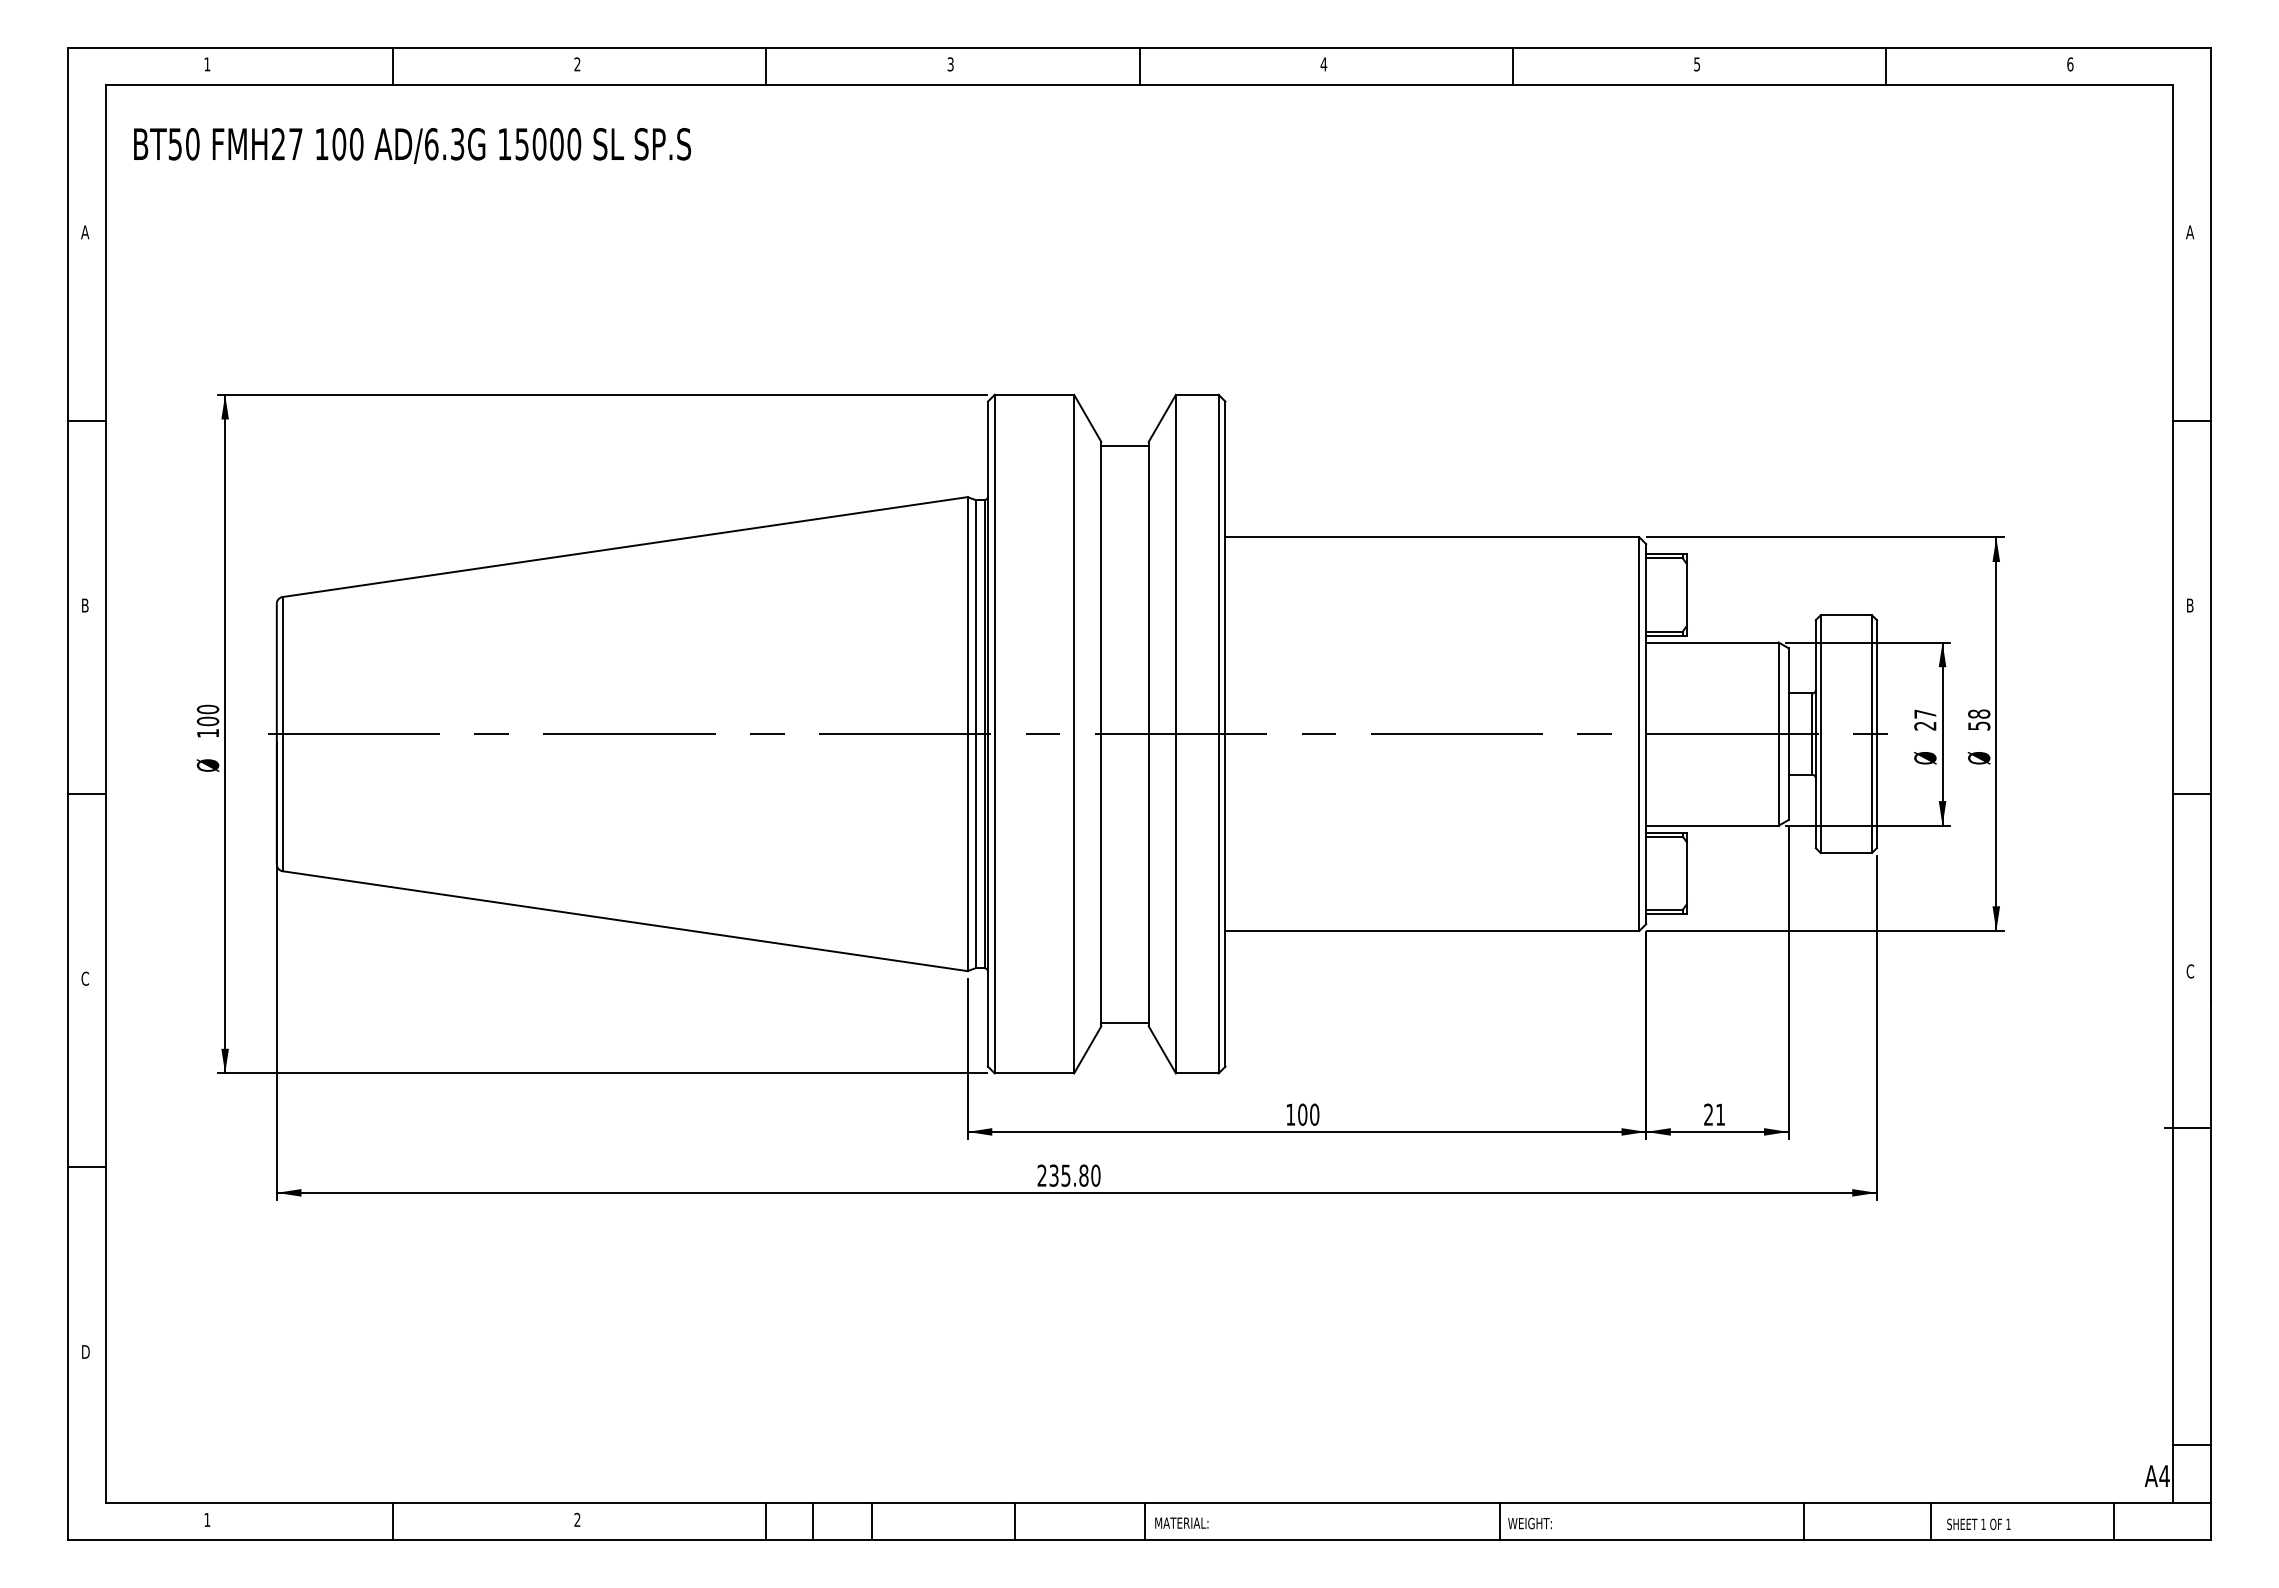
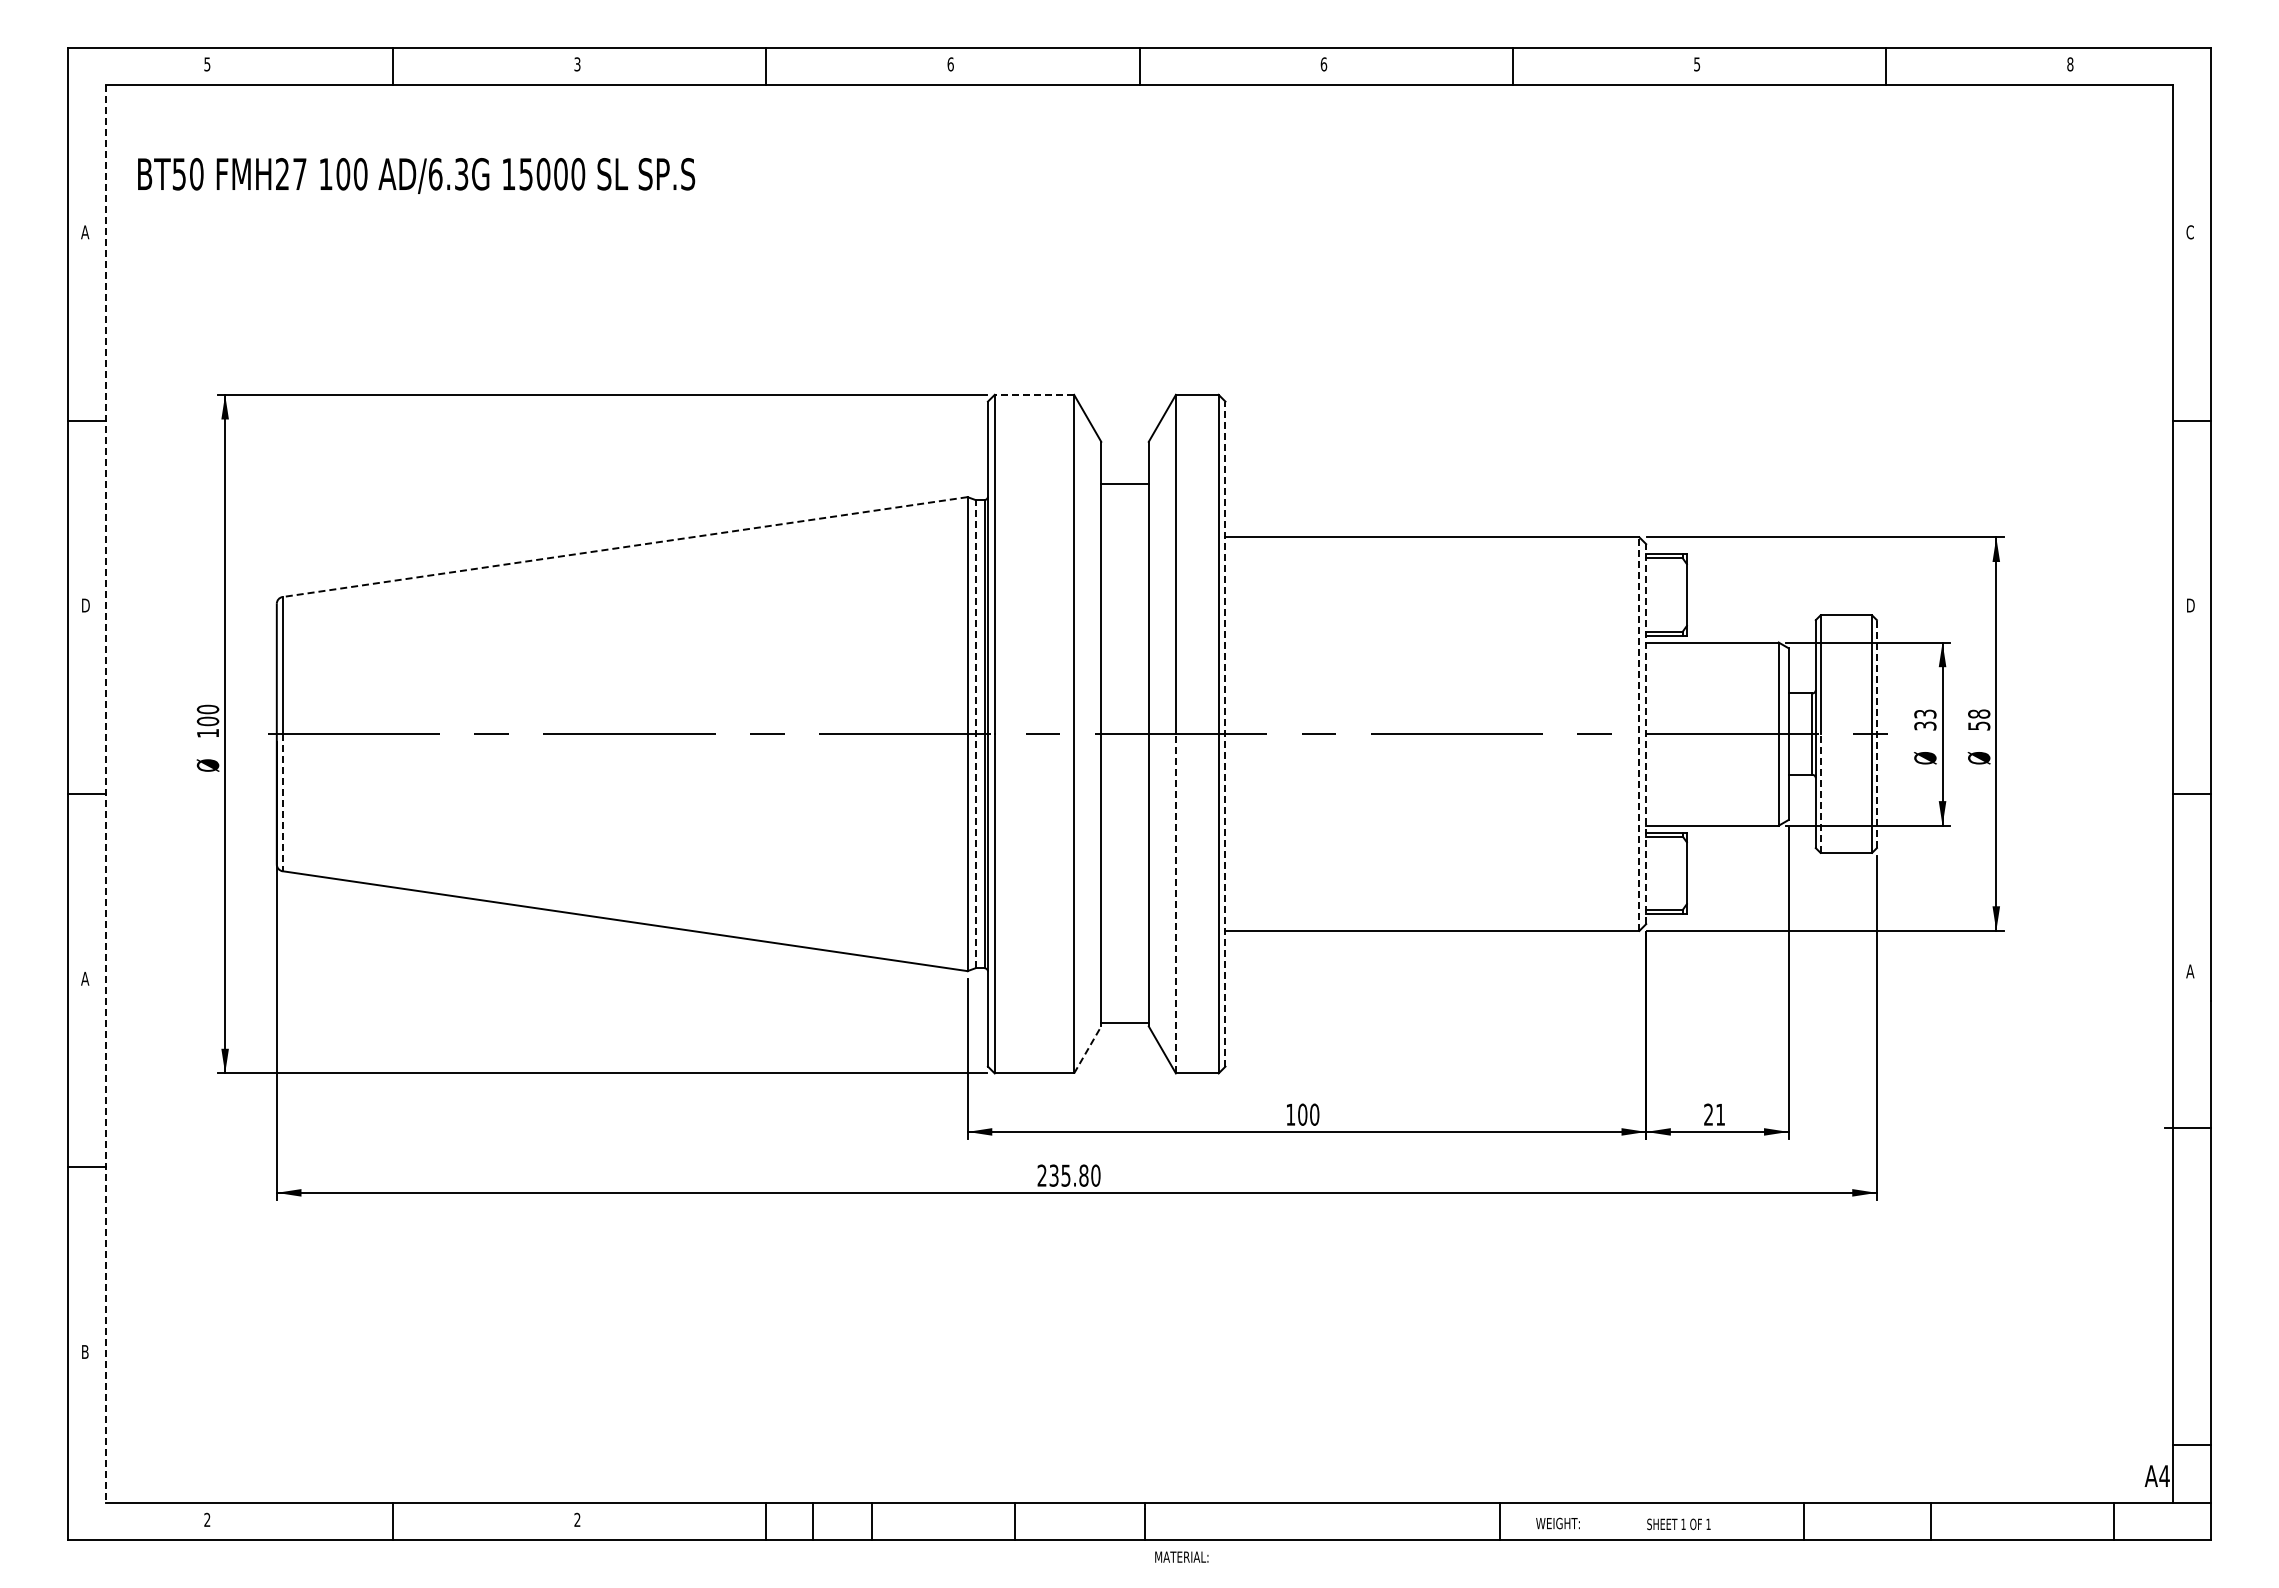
text at (207, 64): 1 -> 5
text at (577, 64): 2 -> 3
text at (950, 64): 3 -> 6
text at (1323, 64): 4 -> 6
text at (2070, 64): 6 -> 8
text at (412, 145) position: (412, 145) -> (416, 175)
text at (2190, 232): A -> C
line at (1034, 394): solid -> dashed
line at (1124, 445) position: (1124, 445) -> (1124, 483)
line at (624, 547): solid -> dashed
text at (86, 605): B -> D
text at (2191, 605): B -> D
text at (1925, 719): 27 -> 33
line at (975, 733): solid -> dashed
line at (1646, 733): solid -> dashed
line at (1876, 733): solid -> dashed
line at (1225, 734): solid -> dashed
line at (1639, 734): solid -> dashed
line at (1820, 793): solid -> dashed
line at (105, 794): solid -> dashed
line at (282, 802): solid -> dashed
line at (1175, 903): solid -> dashed
text at (2190, 971): C -> A
text at (85, 978): C -> A
line at (1087, 1049): solid -> dashed
text at (86, 1352): D -> B
text at (207, 1519): 1 -> 2
text at (1181, 1522) position: (1181, 1522) -> (1181, 1556)
text at (1529, 1523) position: (1529, 1523) -> (1557, 1523)
text at (1978, 1524) position: (1978, 1524) -> (1678, 1524)
